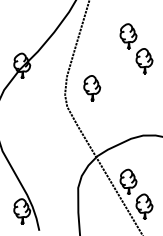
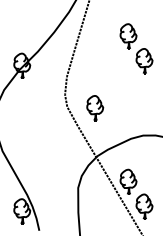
part at (92, 88) position: (92, 88) -> (95, 108)
